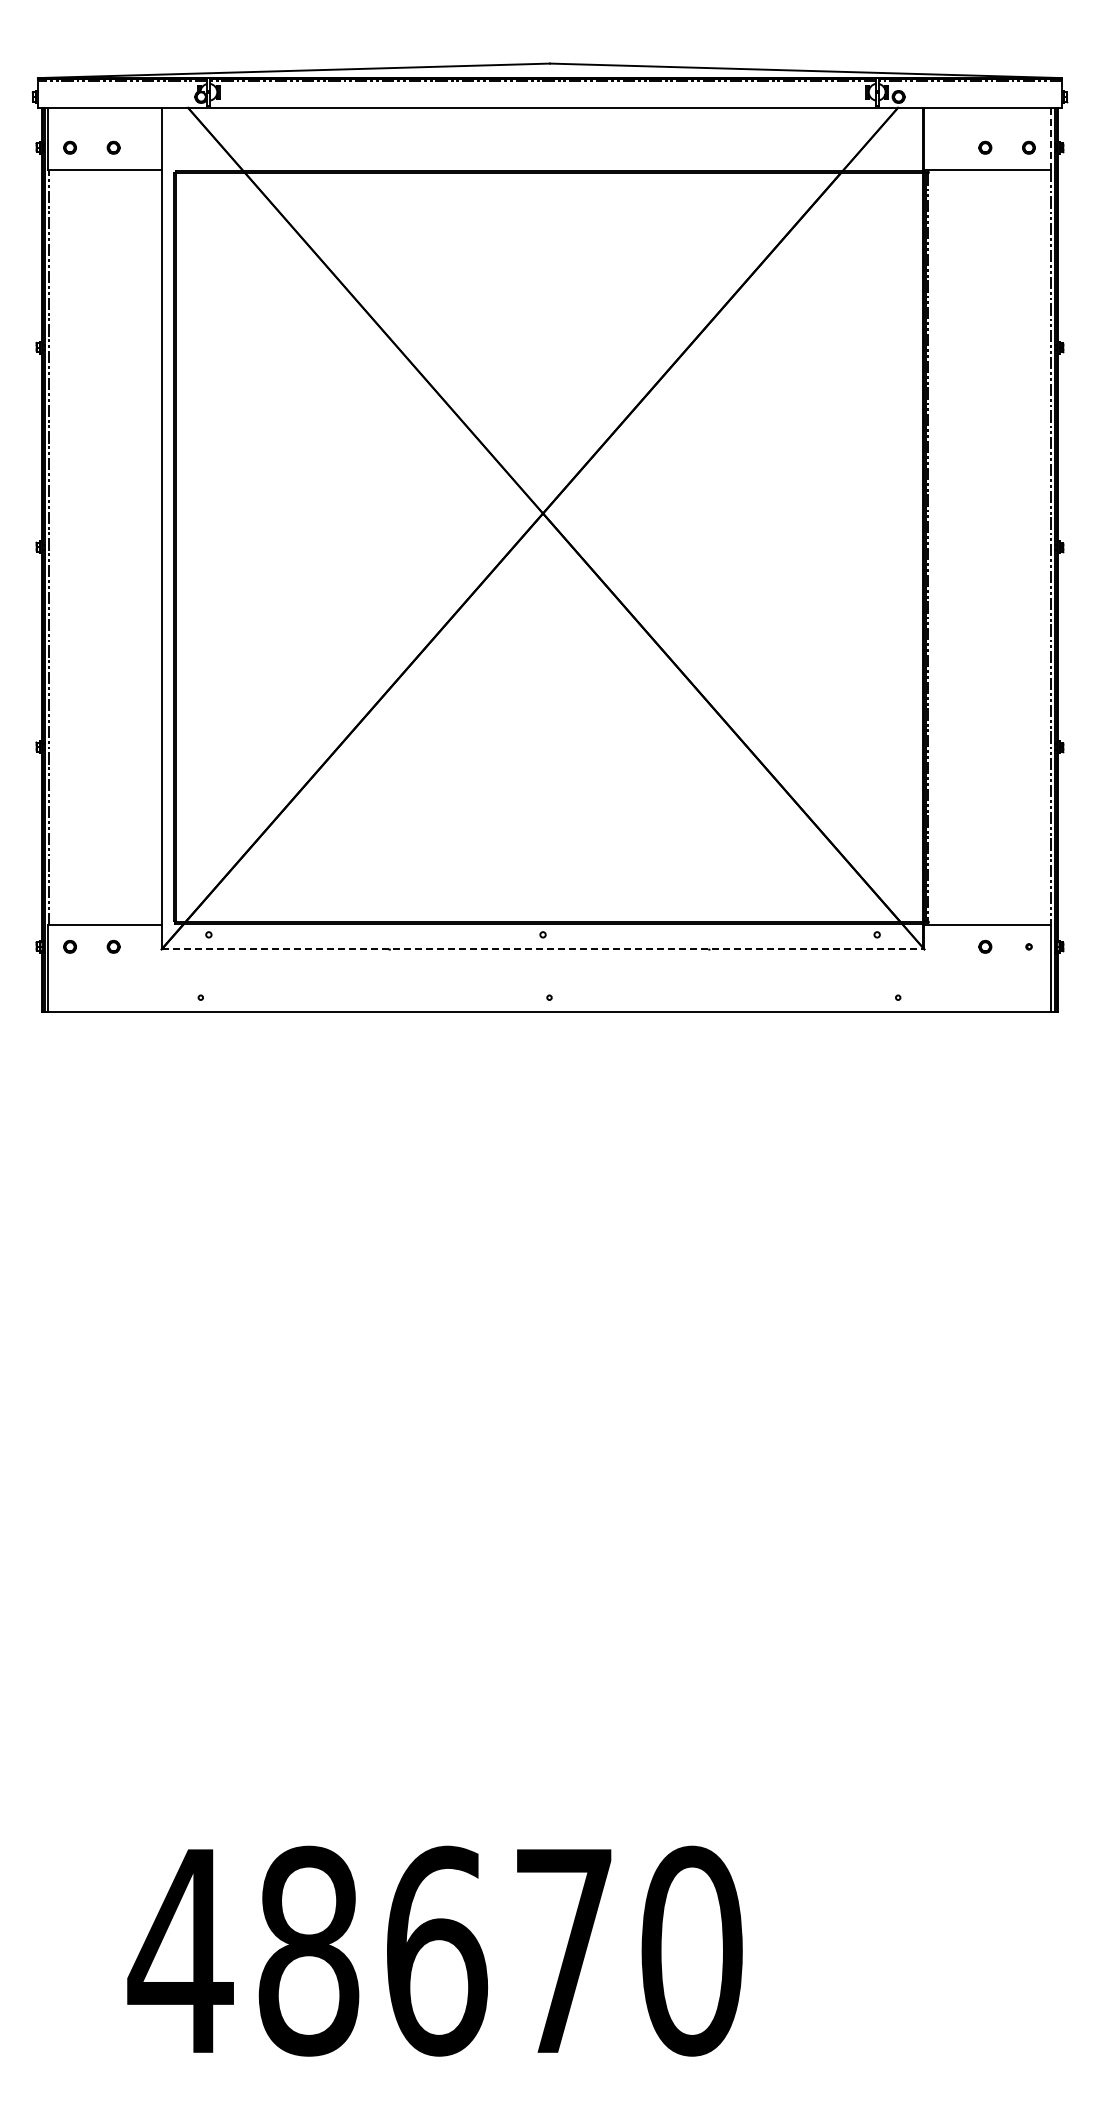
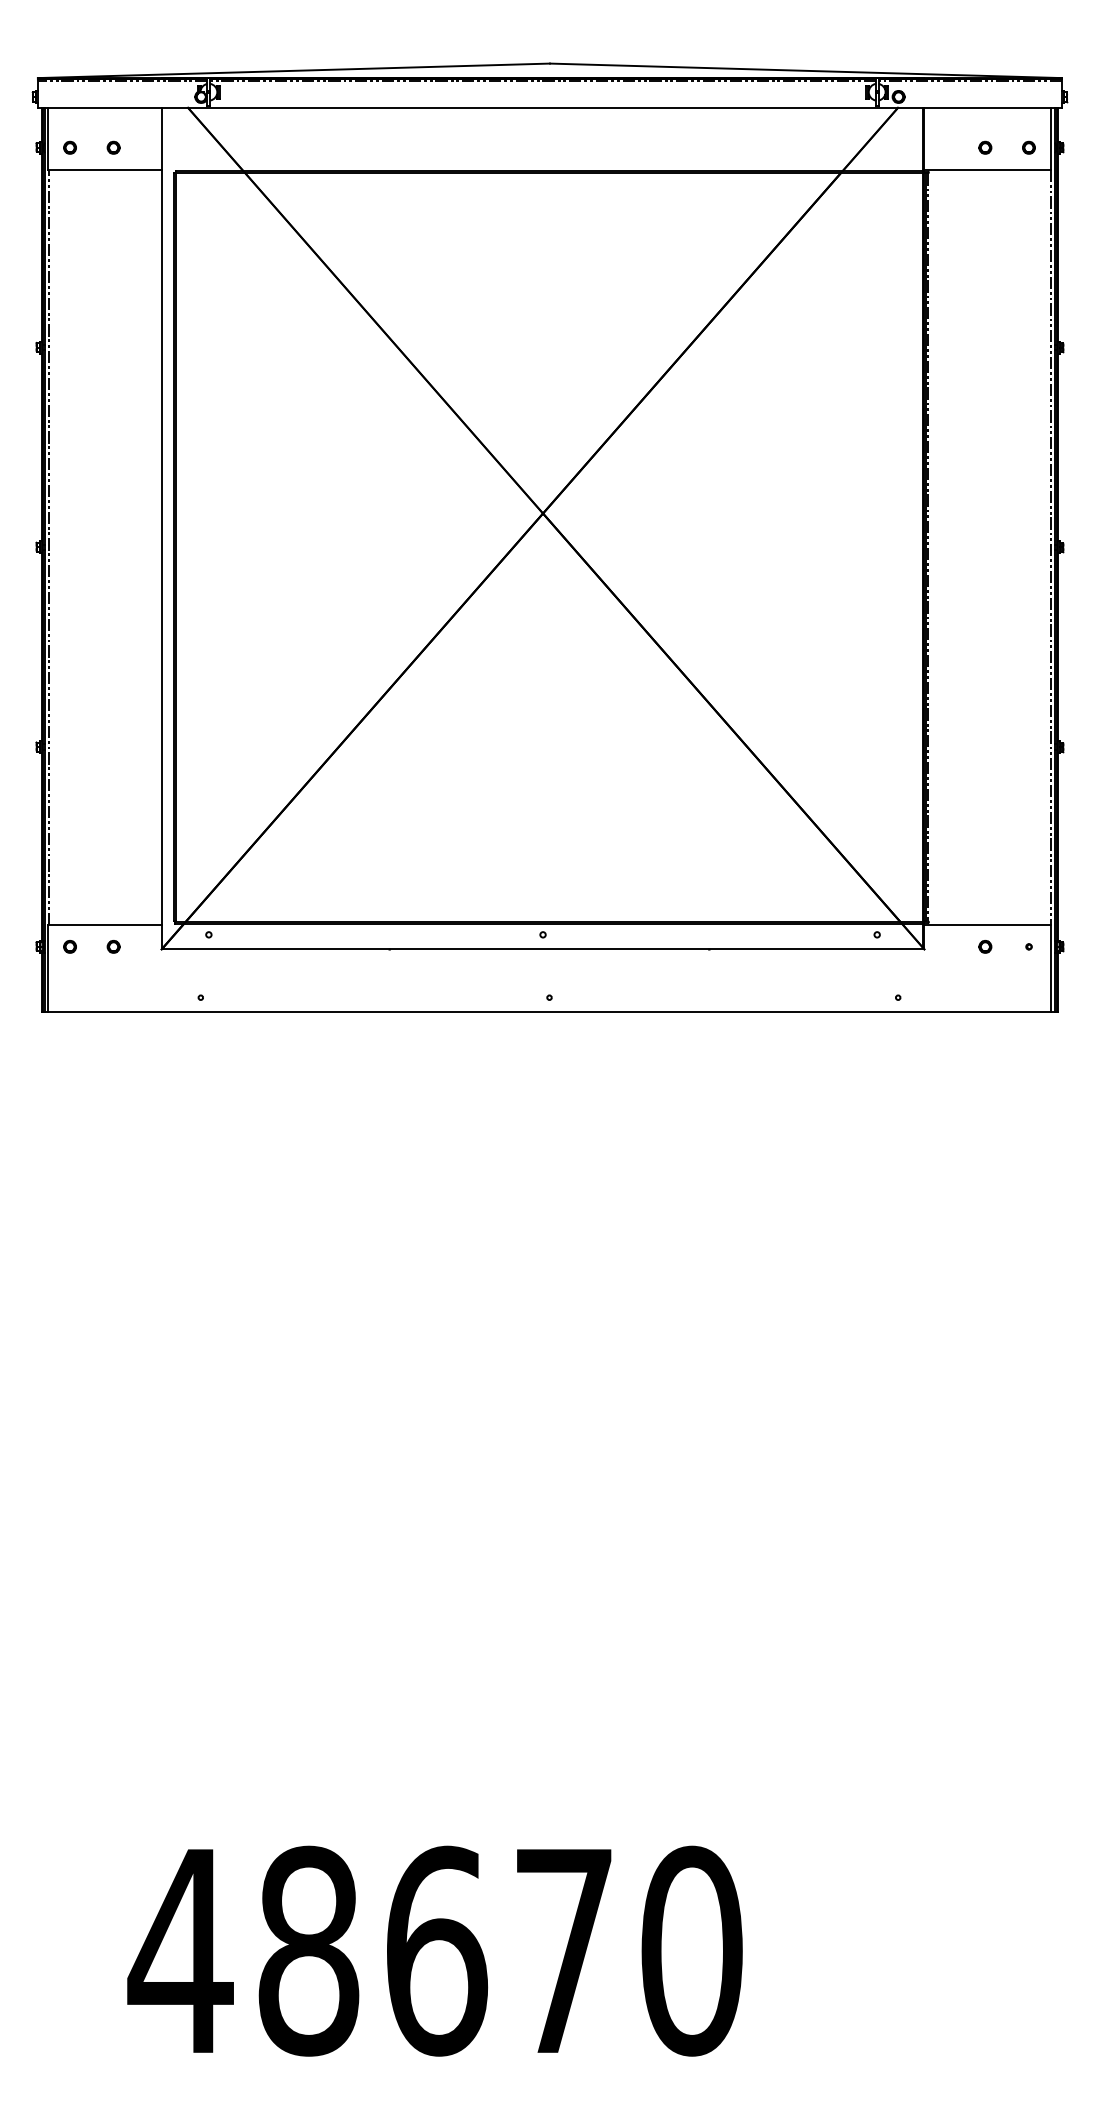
line at (1050, 138): dashed -> solid
line at (543, 949): dashed -> solid
